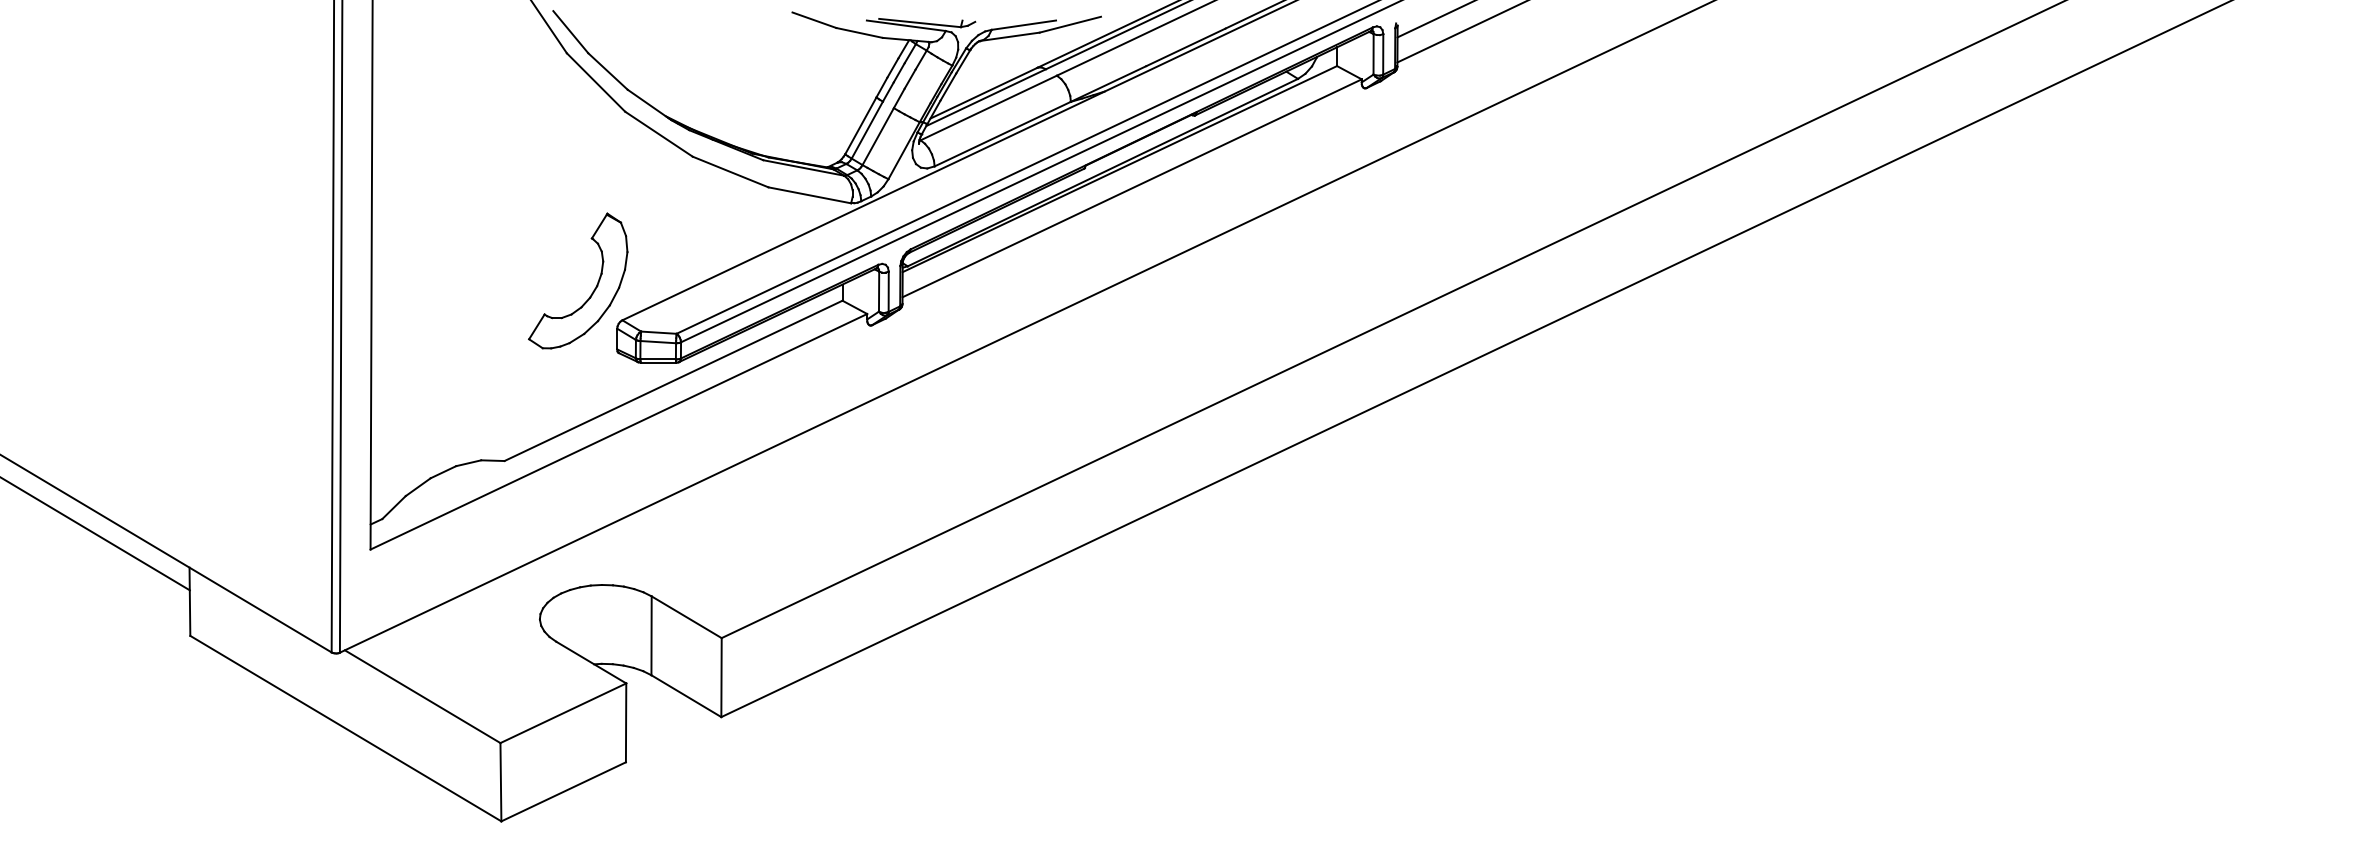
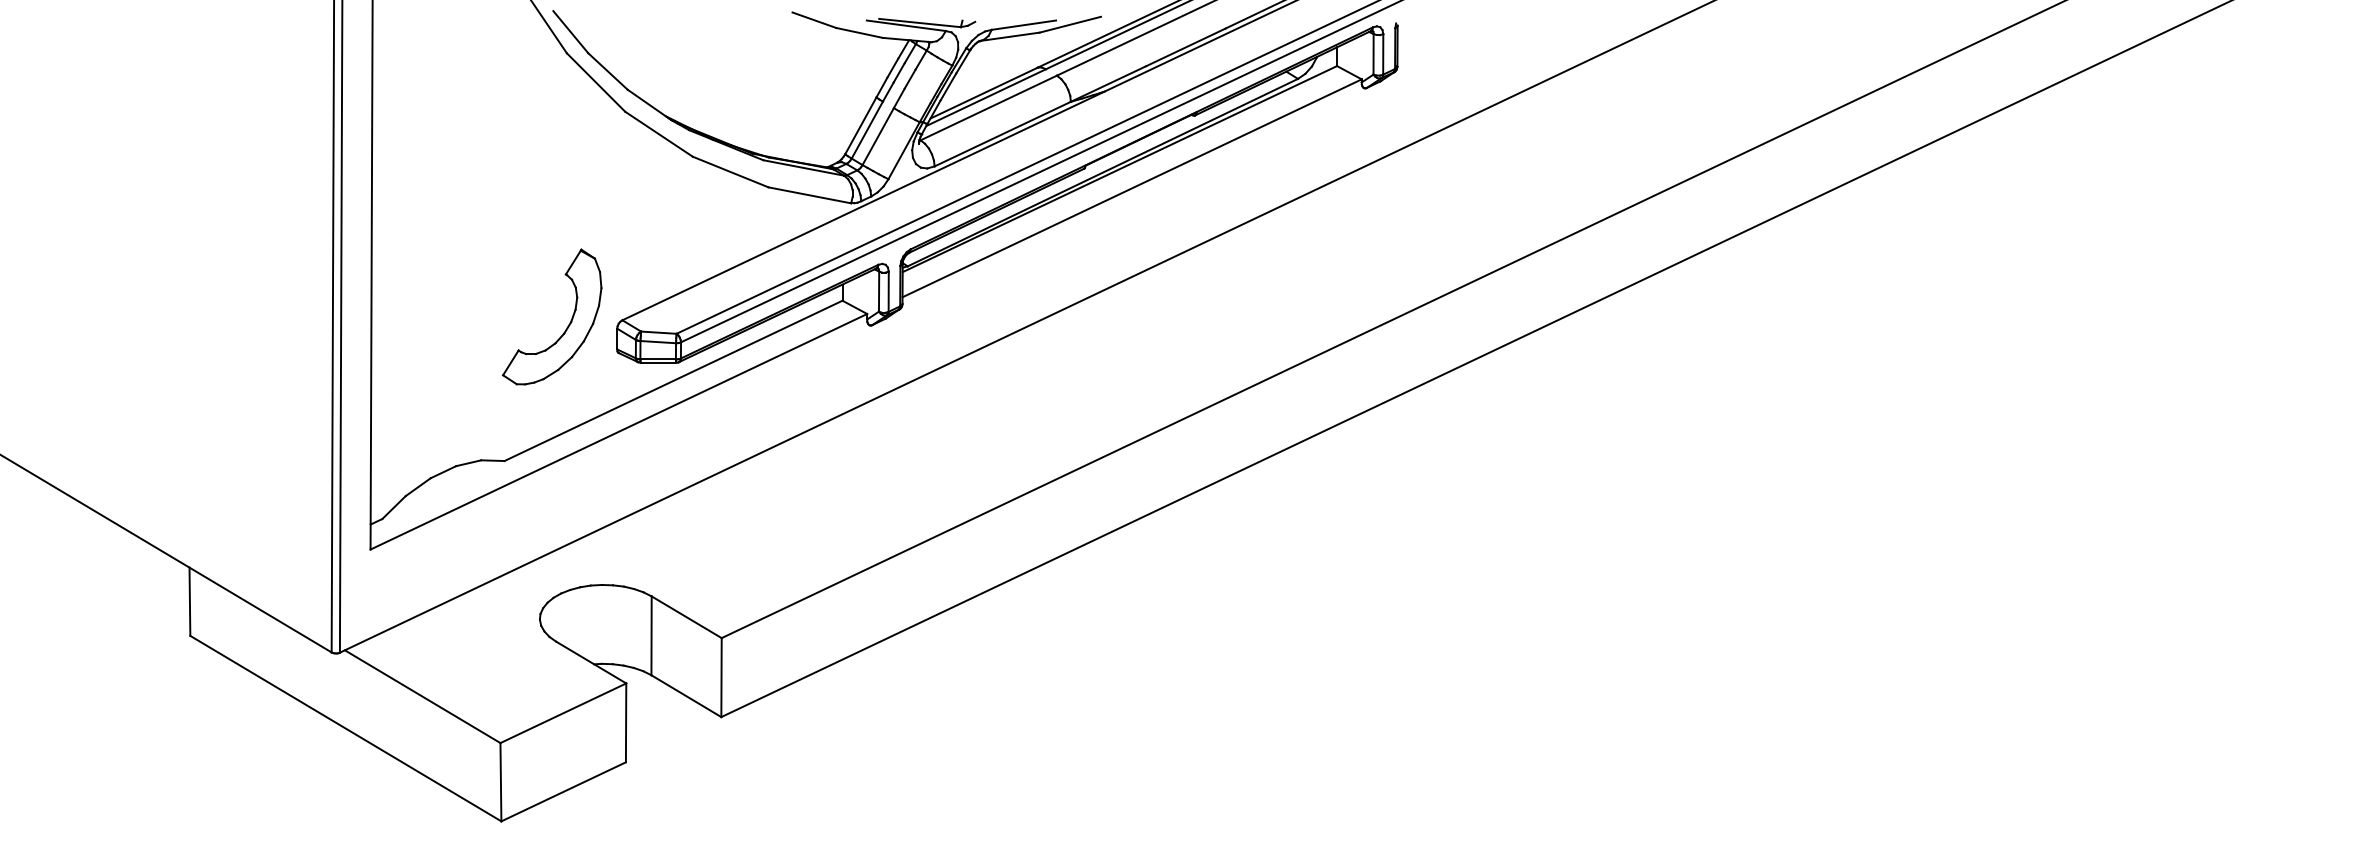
line at (1434, 19): present -> none
line at (1460, 32): present -> none
part at (592, 291) position: (592, 291) -> (566, 327)
line at (95, 534): present -> none
